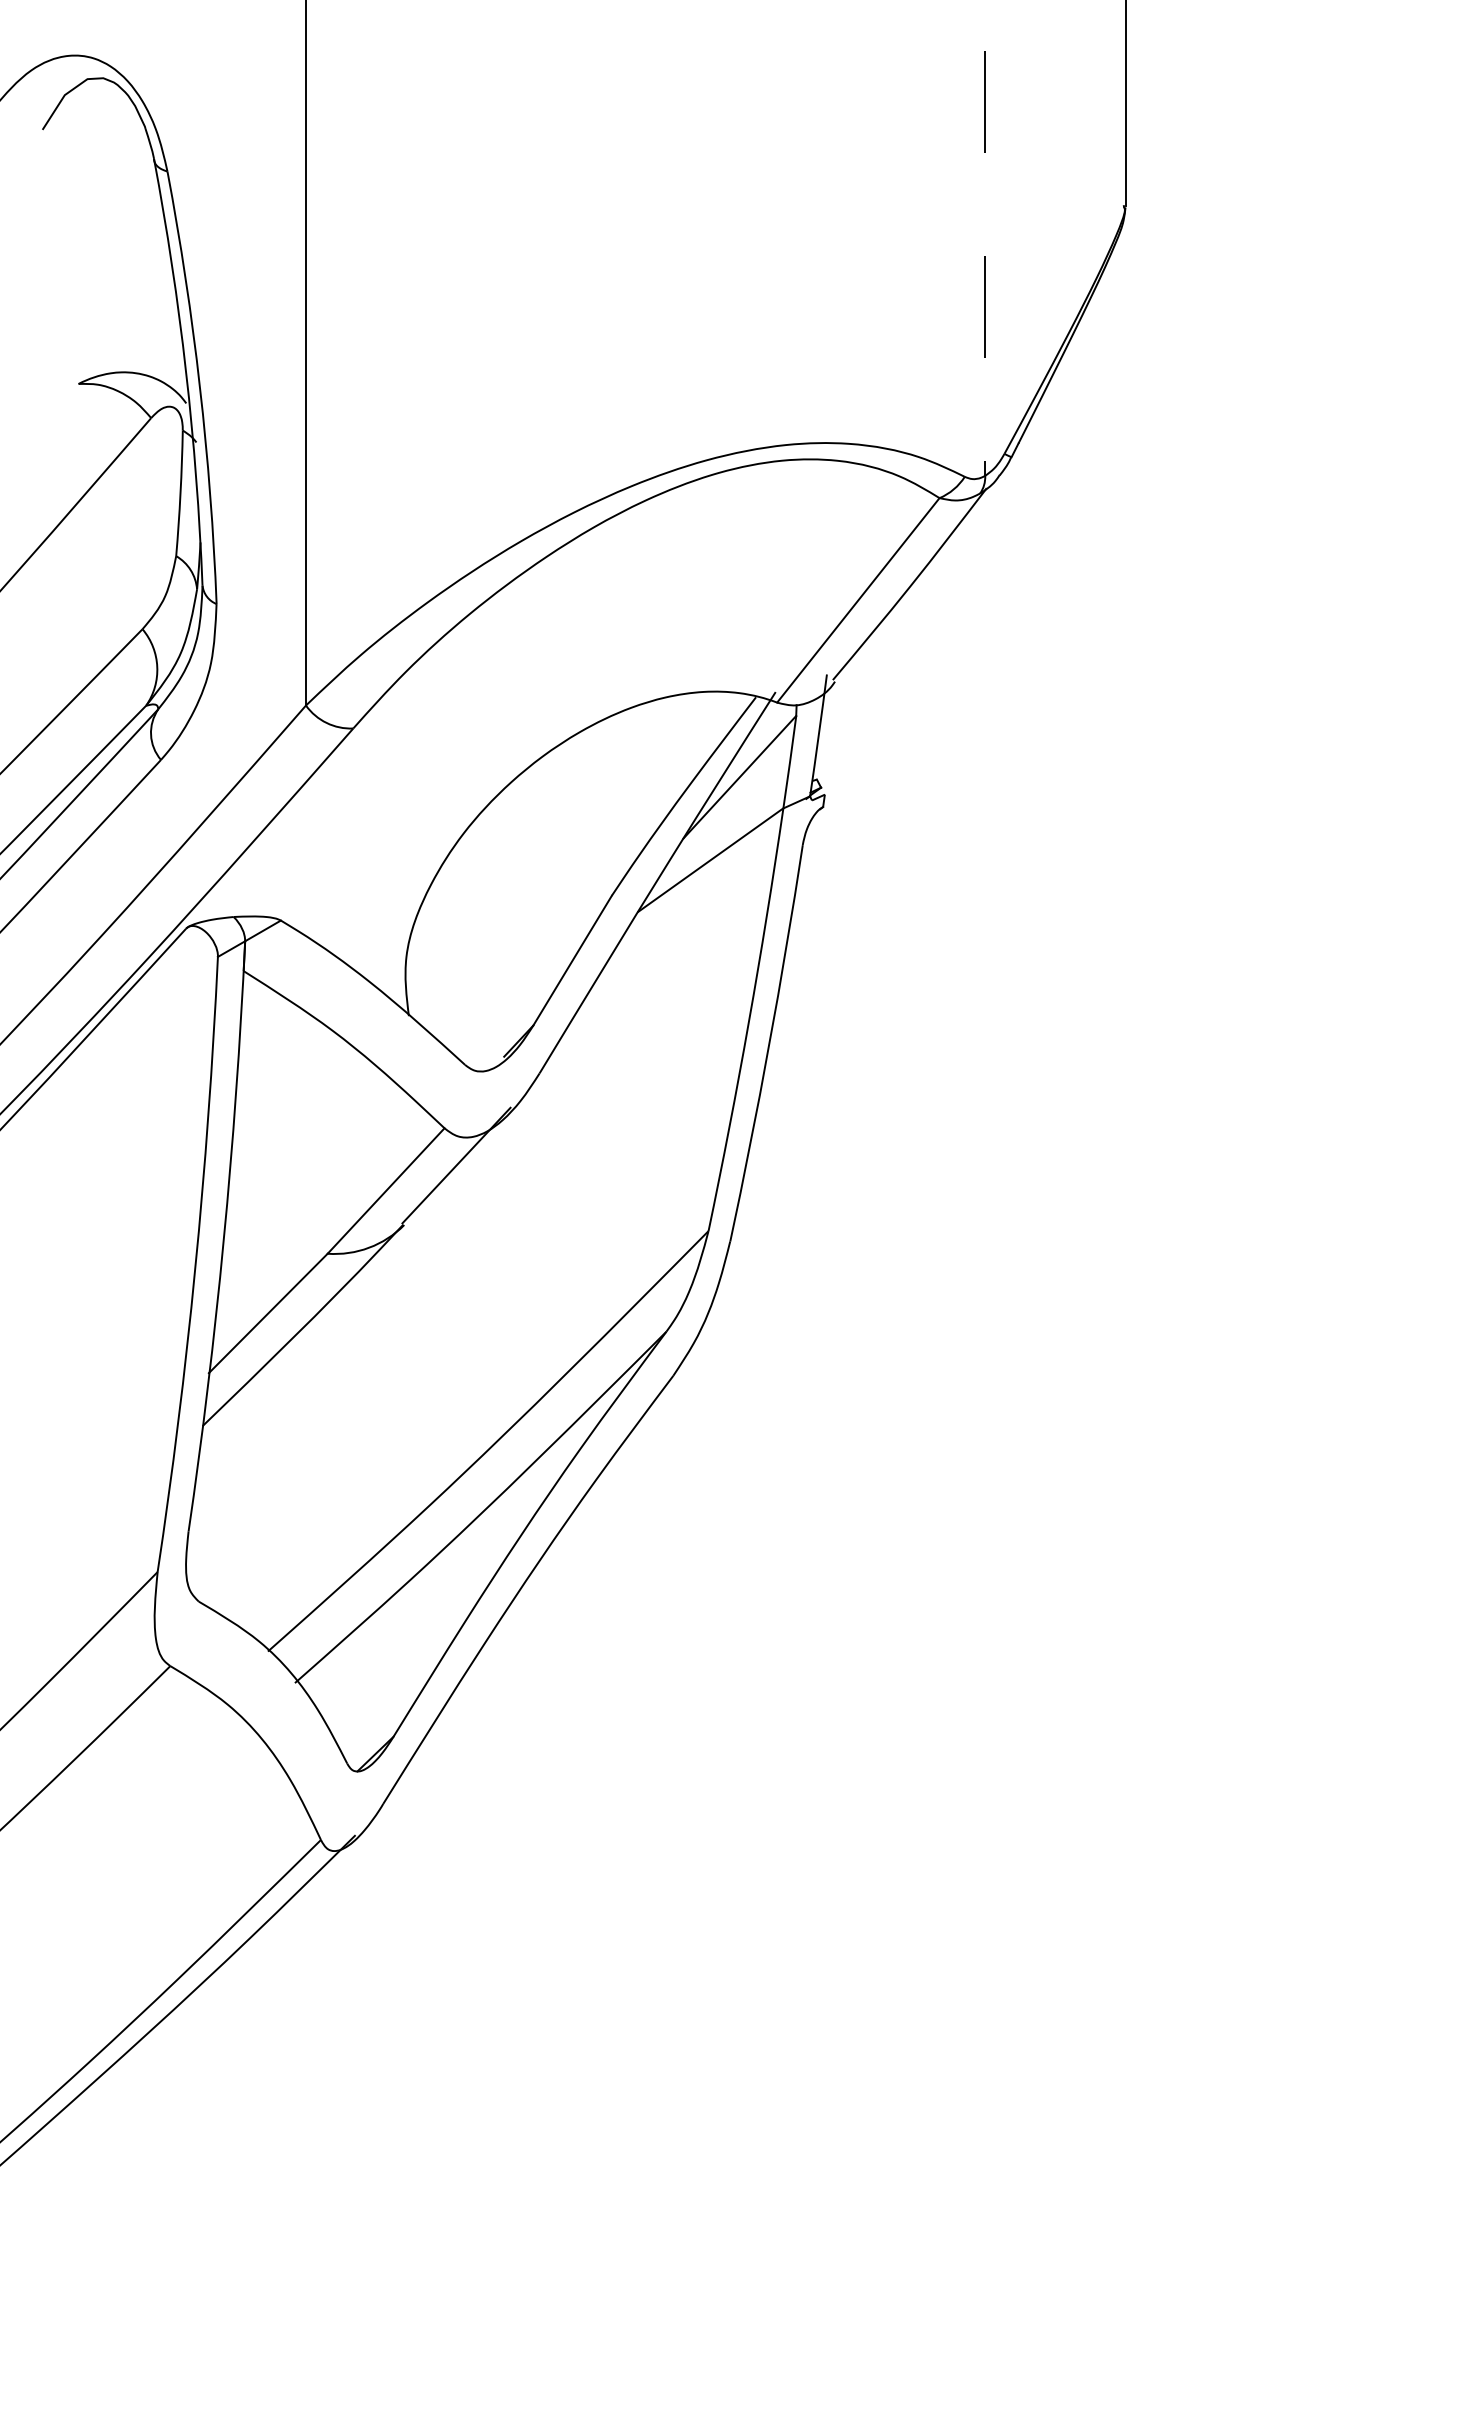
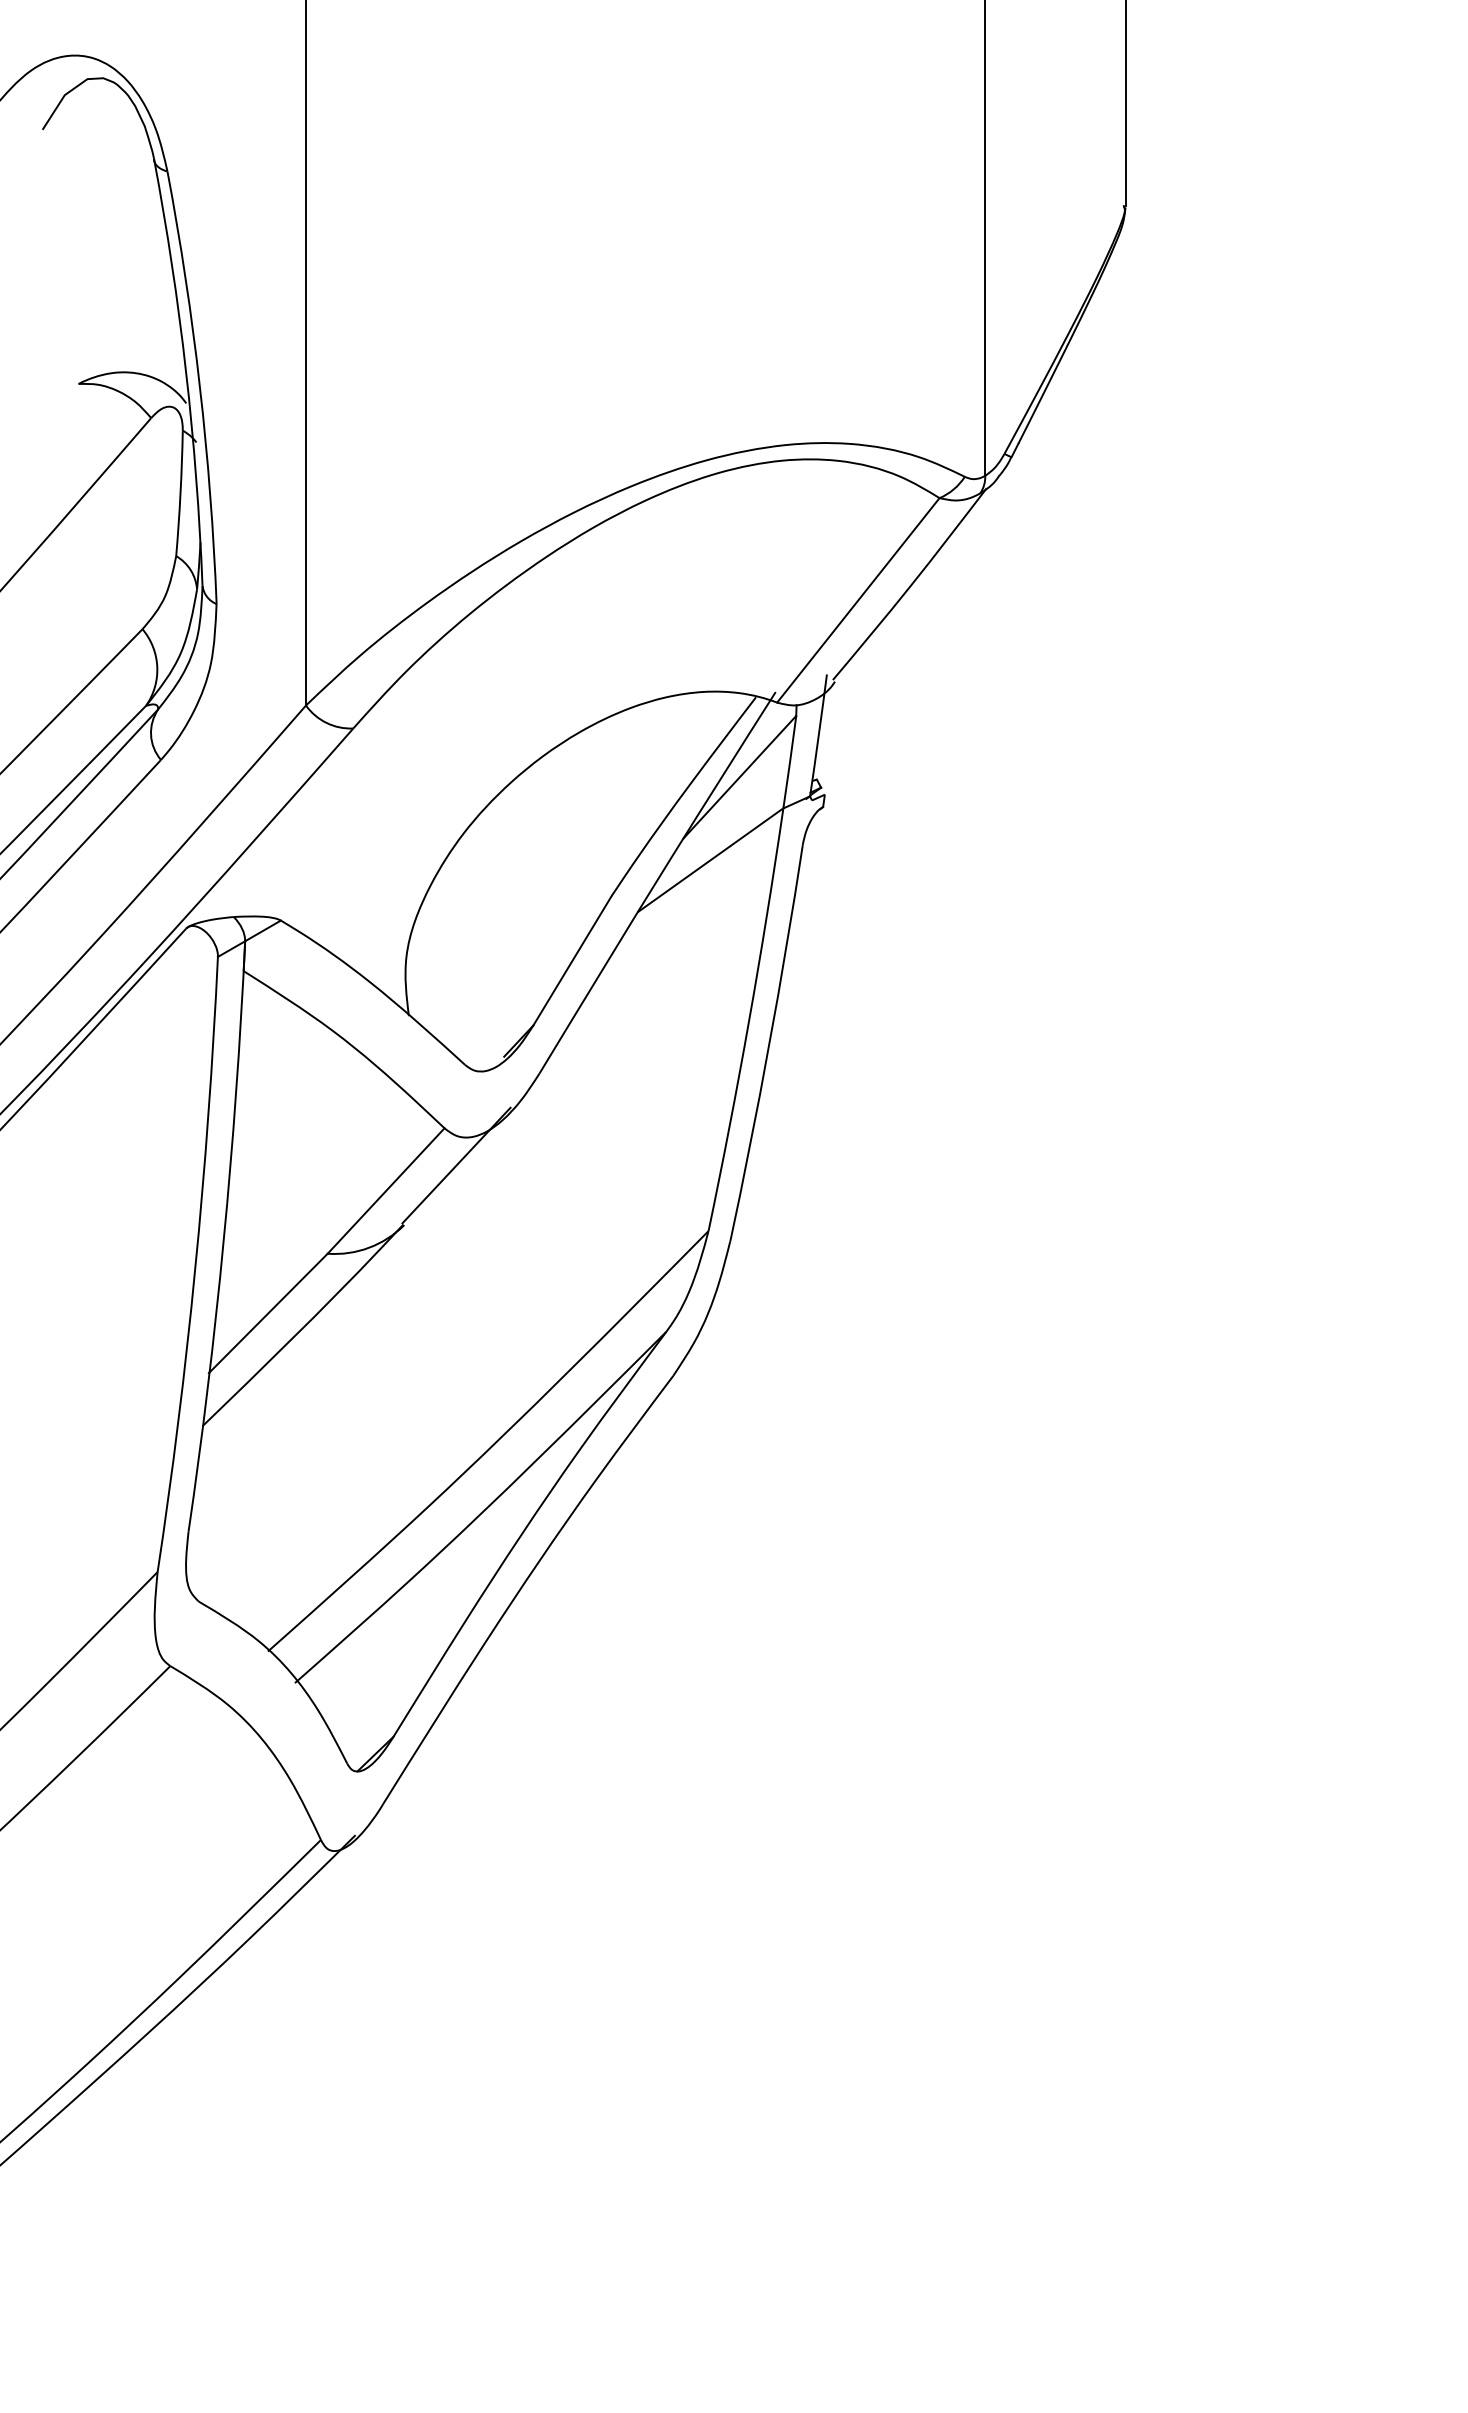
line at (985, 238): dashed -> solid
